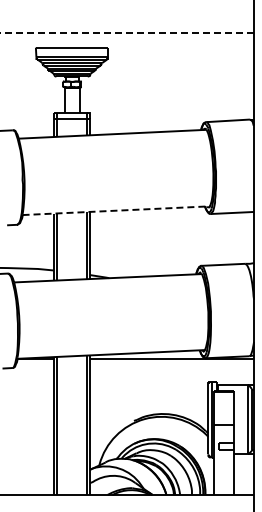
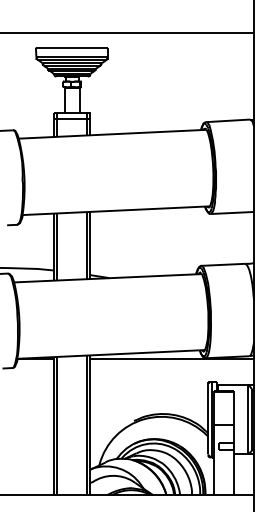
line at (127, 32): dashed -> solid
line at (116, 210): dashed -> solid
